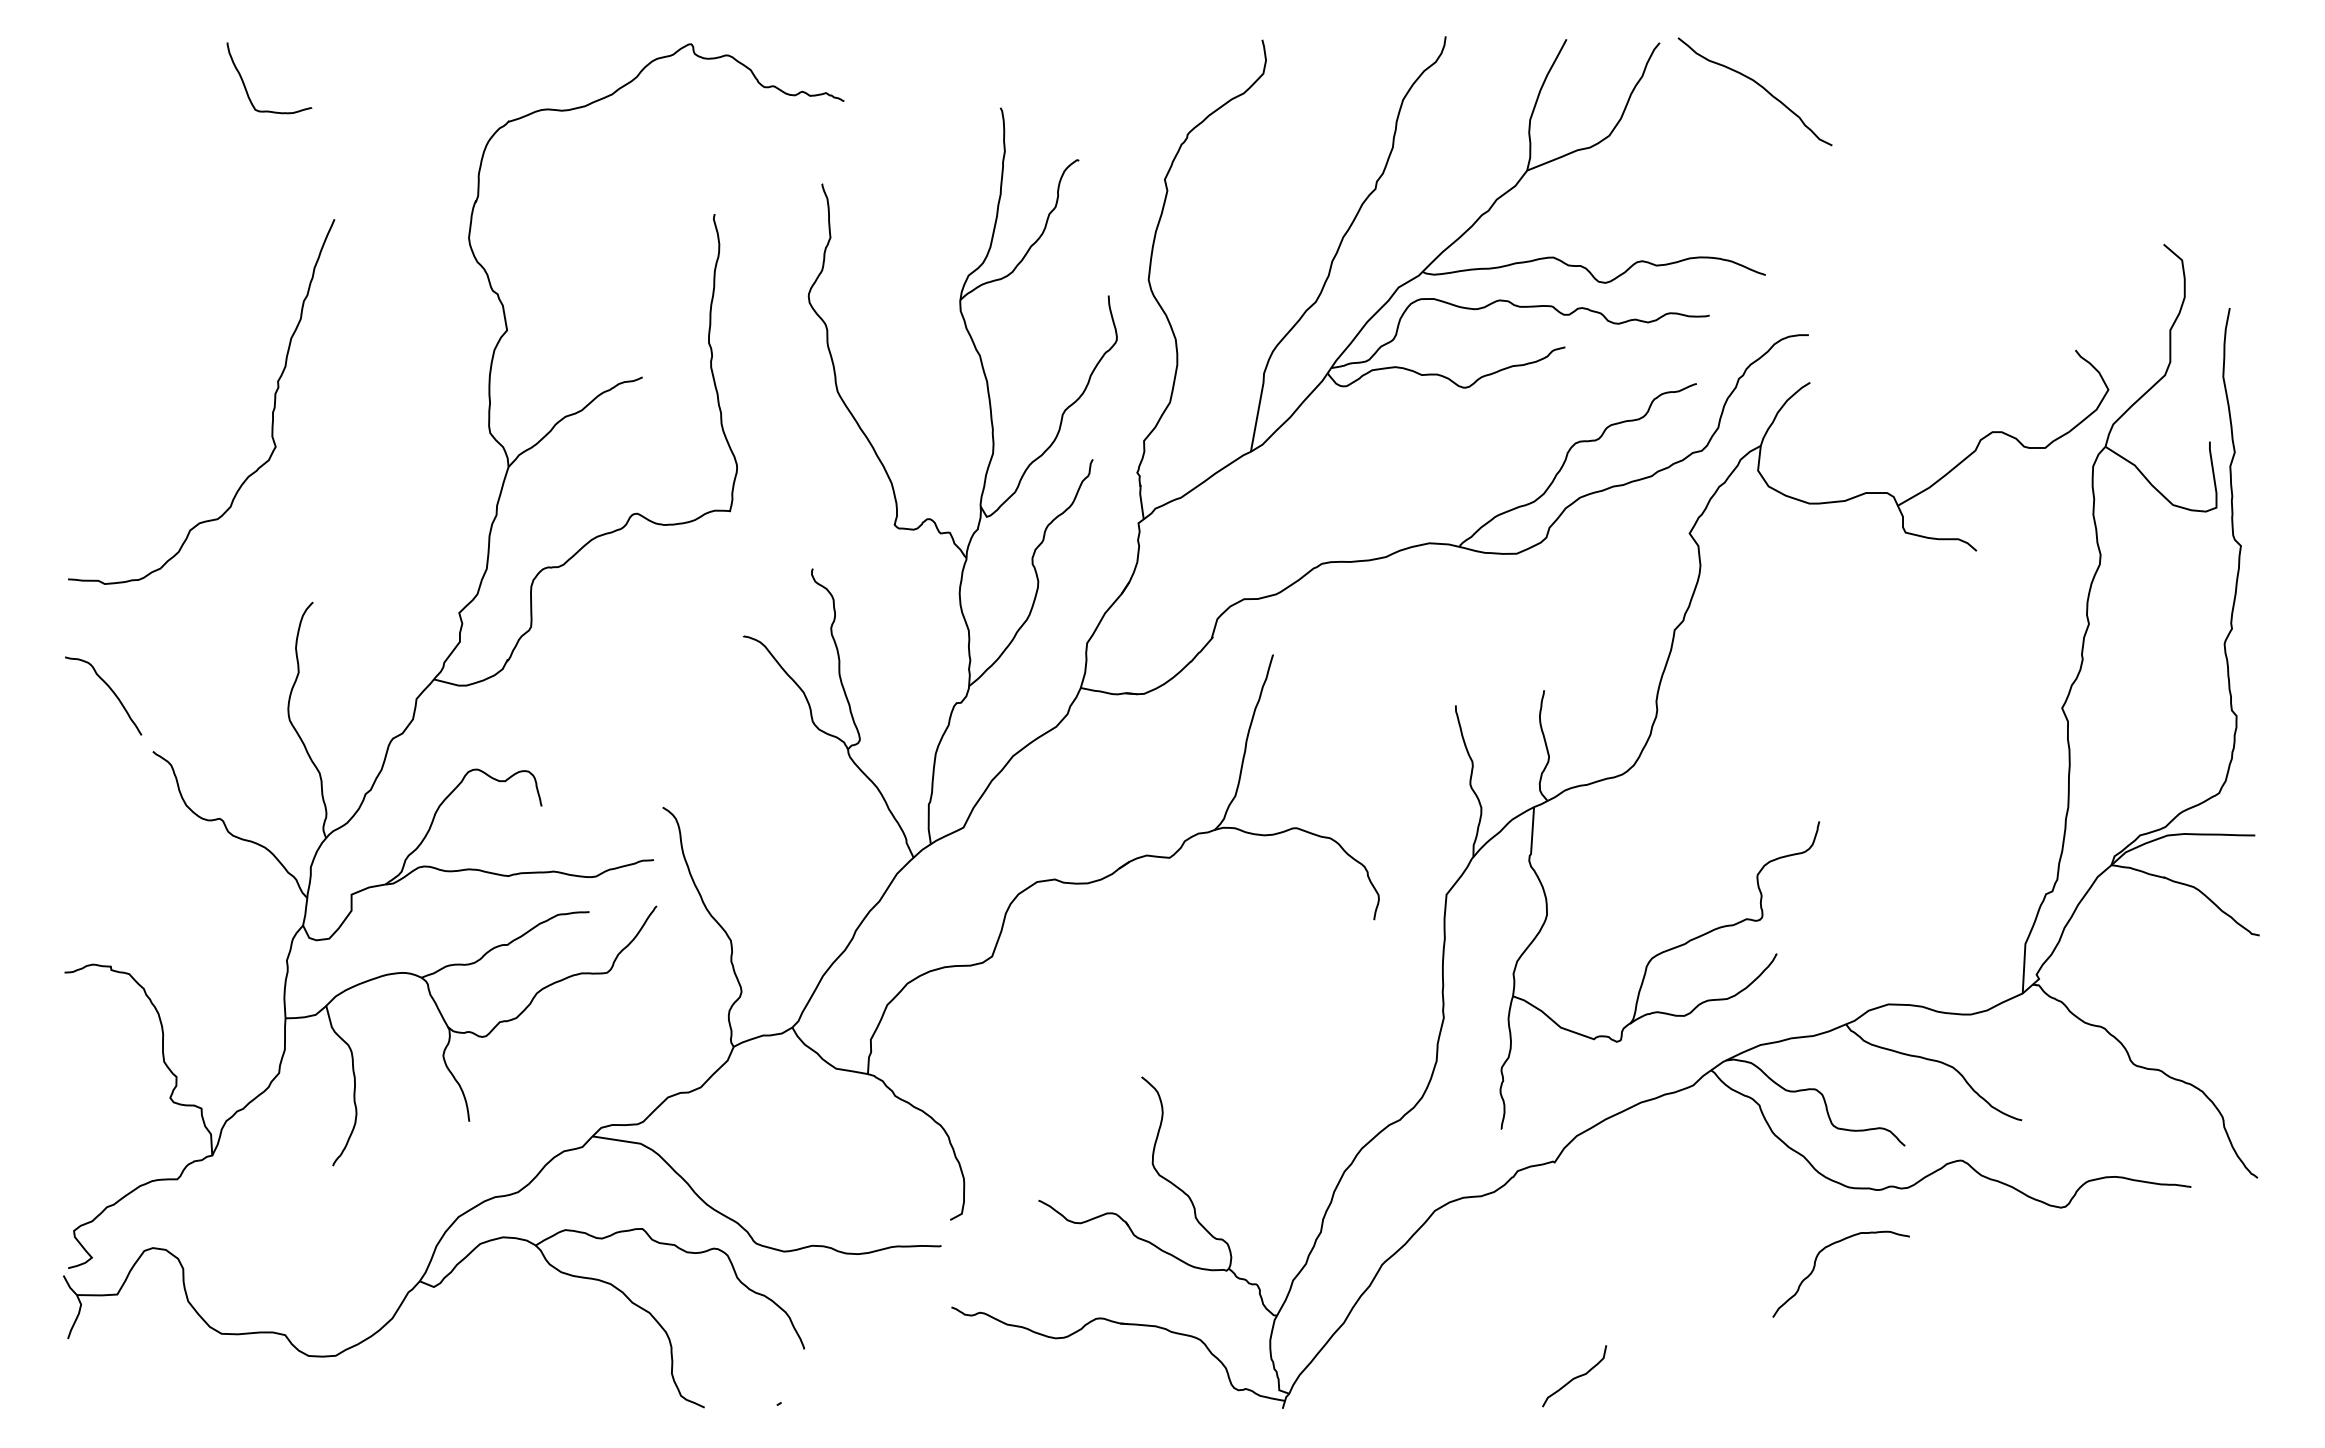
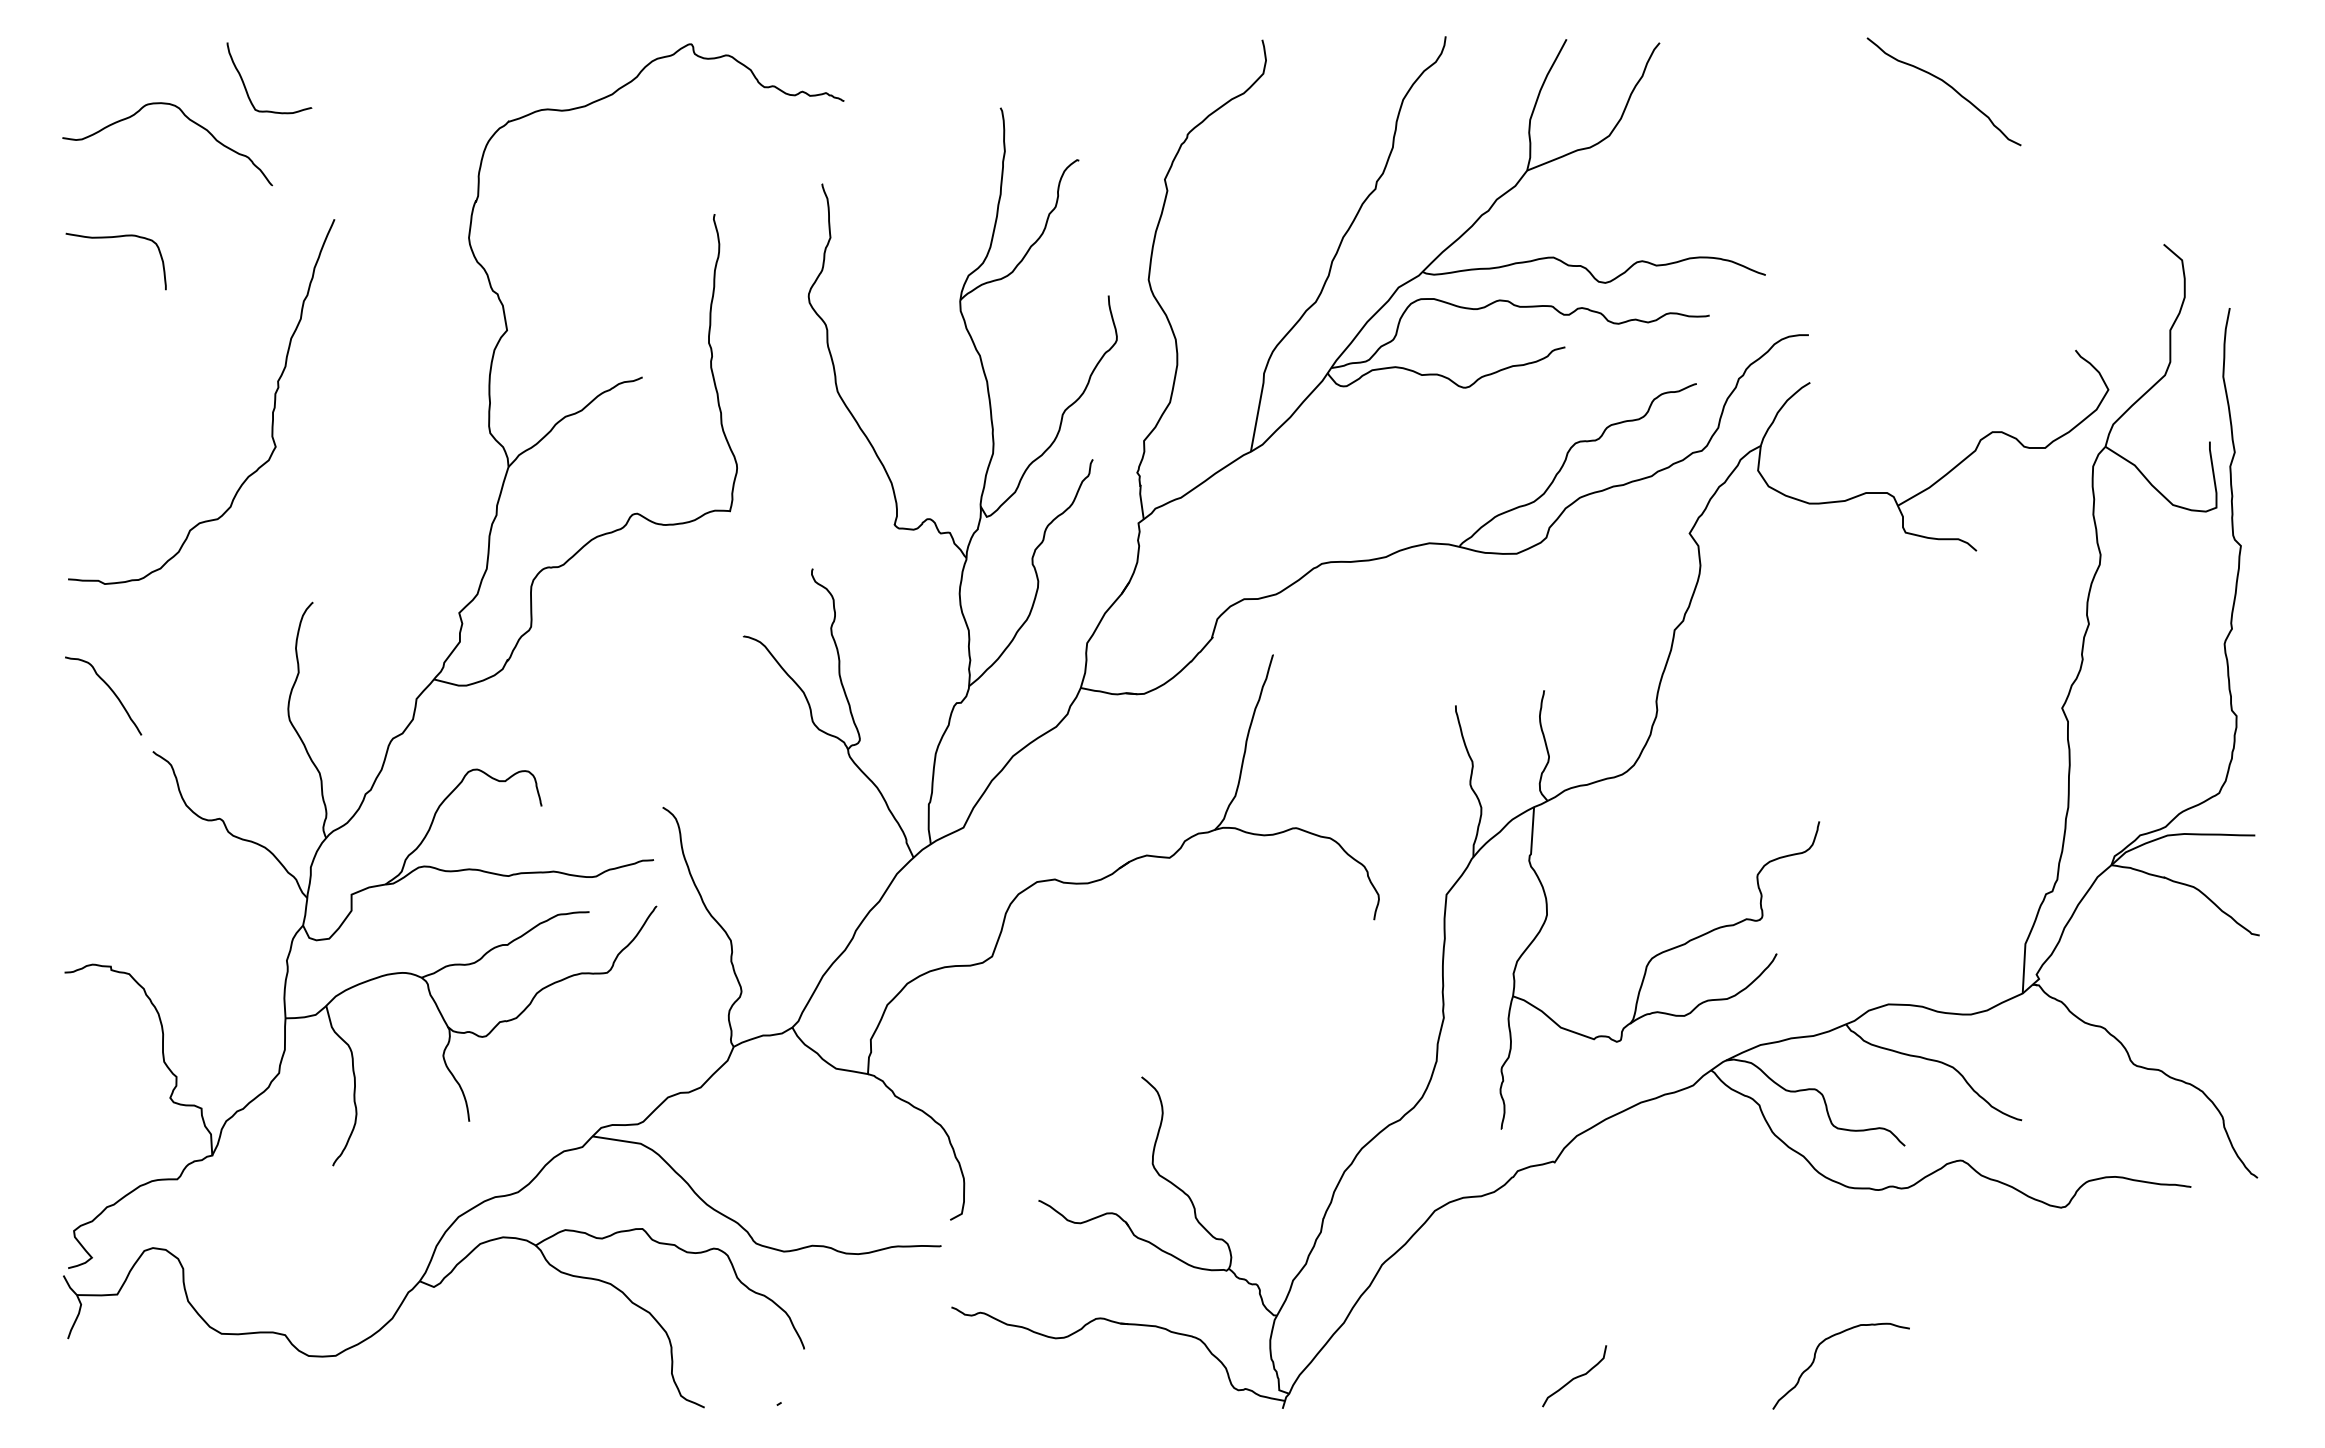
curve at (1759, 86) position: (1759, 86) -> (1948, 86)
curve at (190, 121): none -> present
curve at (110, 238): none -> present
curve at (1815, 1266) position: (1815, 1266) -> (1815, 1358)
